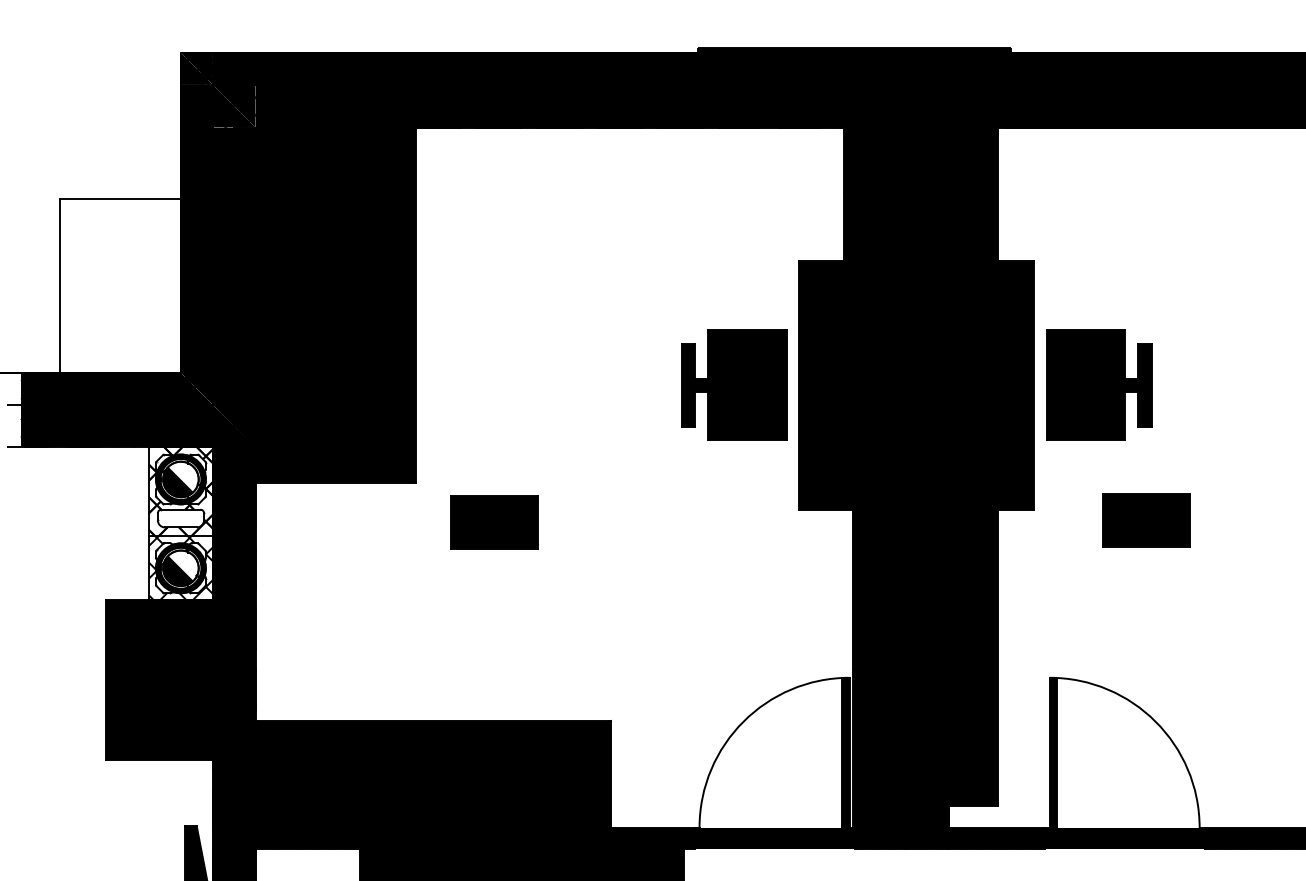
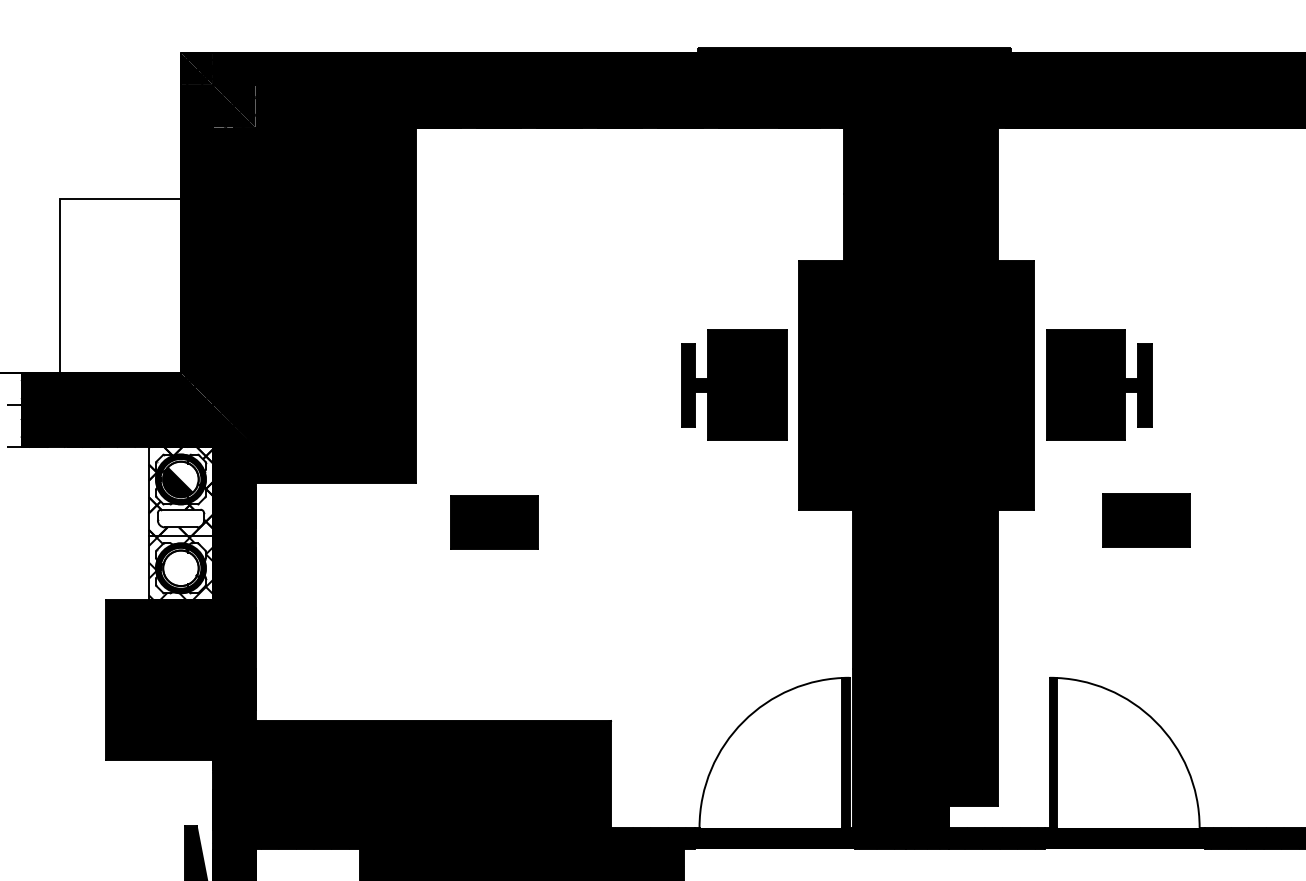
fill at (178, 570): present -> none
